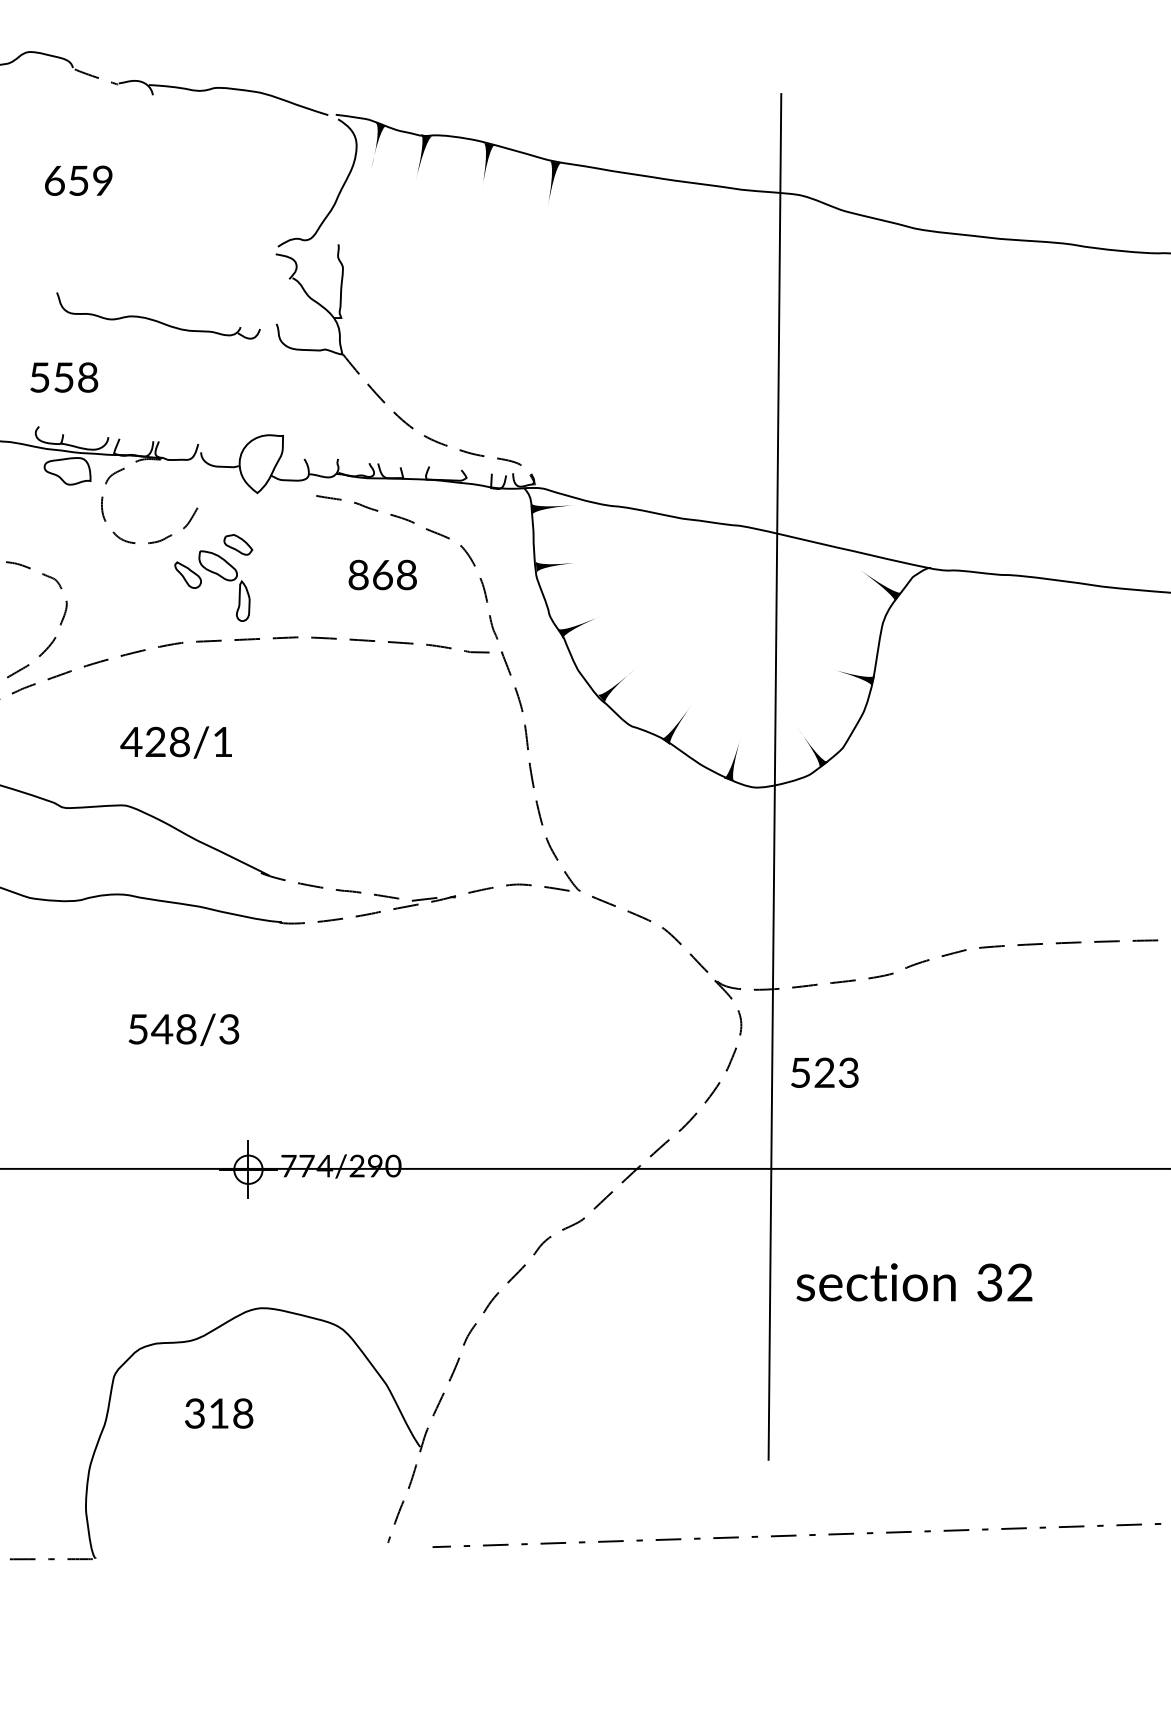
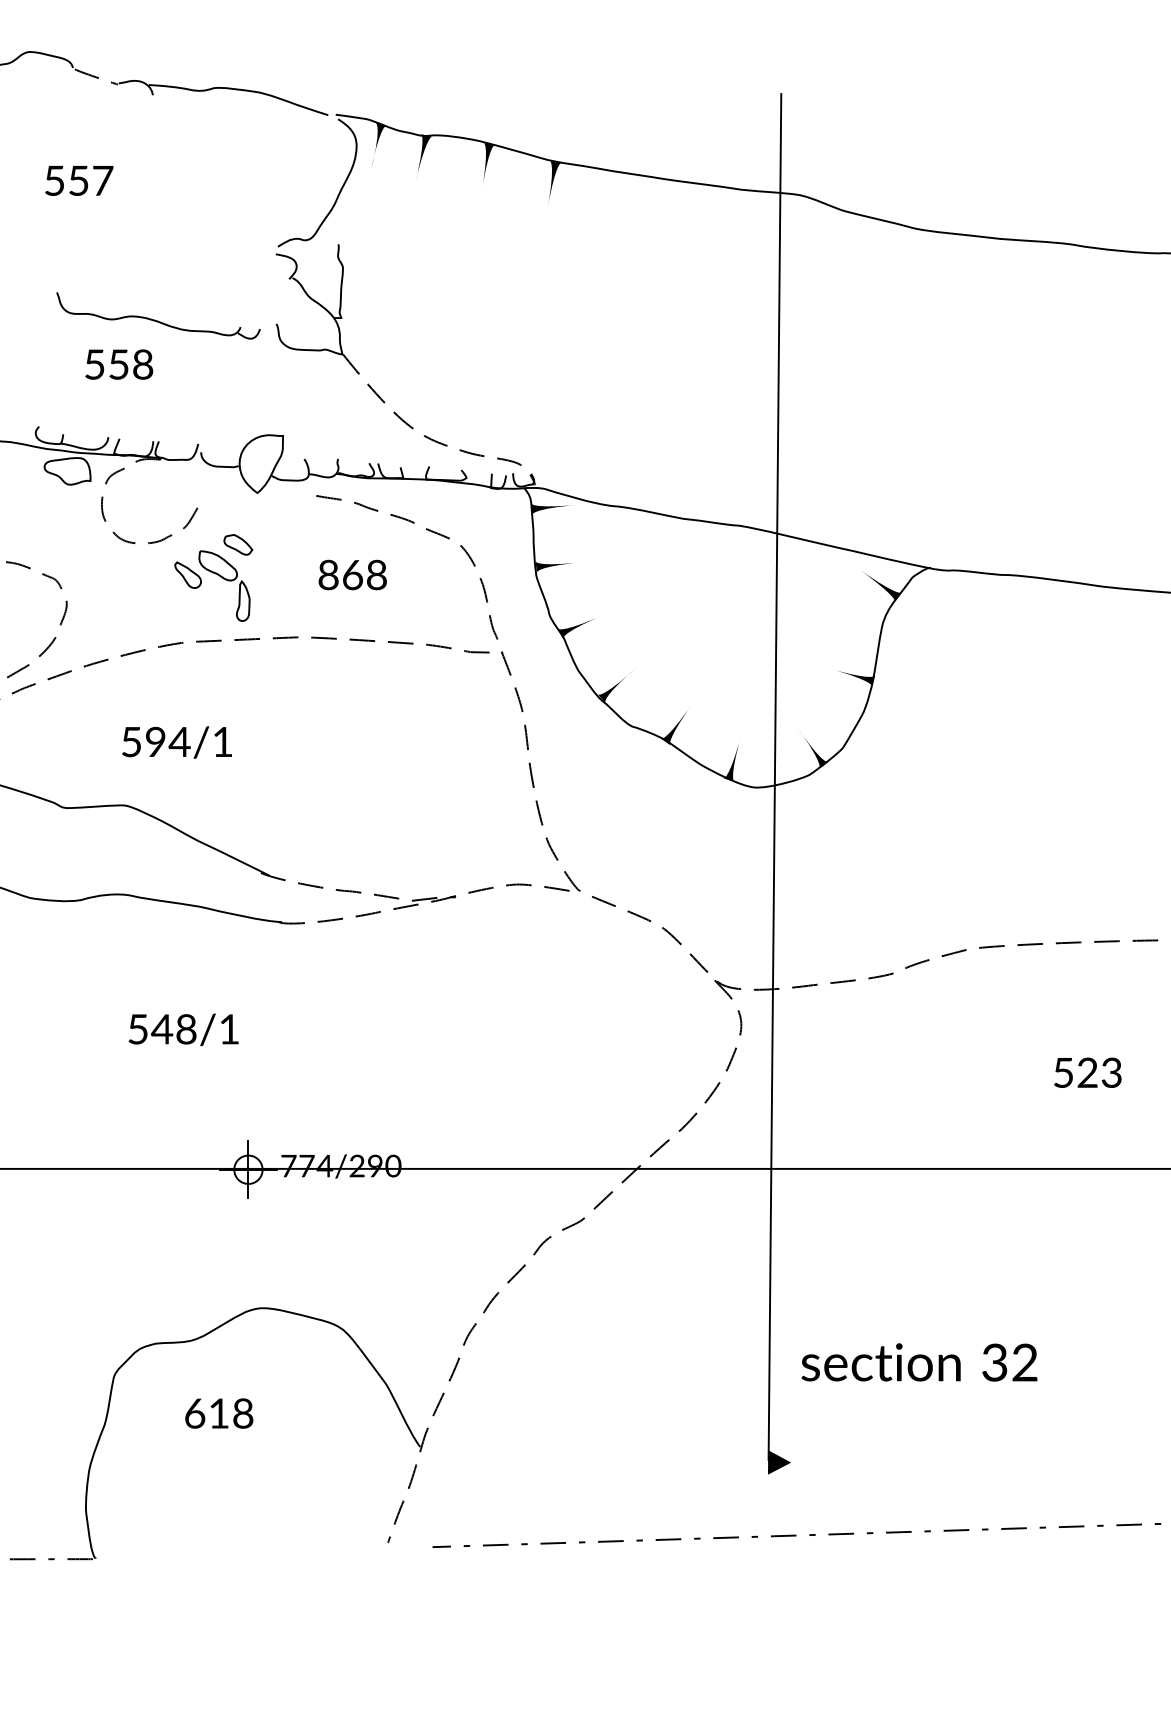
text at (79, 180): 659 -> 557
text at (64, 377) position: (64, 377) -> (119, 364)
text at (382, 574) position: (382, 574) -> (352, 574)
text at (155, 741): 428/1 -> 594/1
text at (229, 1029): 548/3 -> 548/1
text at (824, 1072) position: (824, 1072) -> (1087, 1072)
text at (914, 1282) position: (914, 1282) -> (919, 1362)
text at (195, 1413): 318 -> 618
fill at (779, 1462): none -> present
